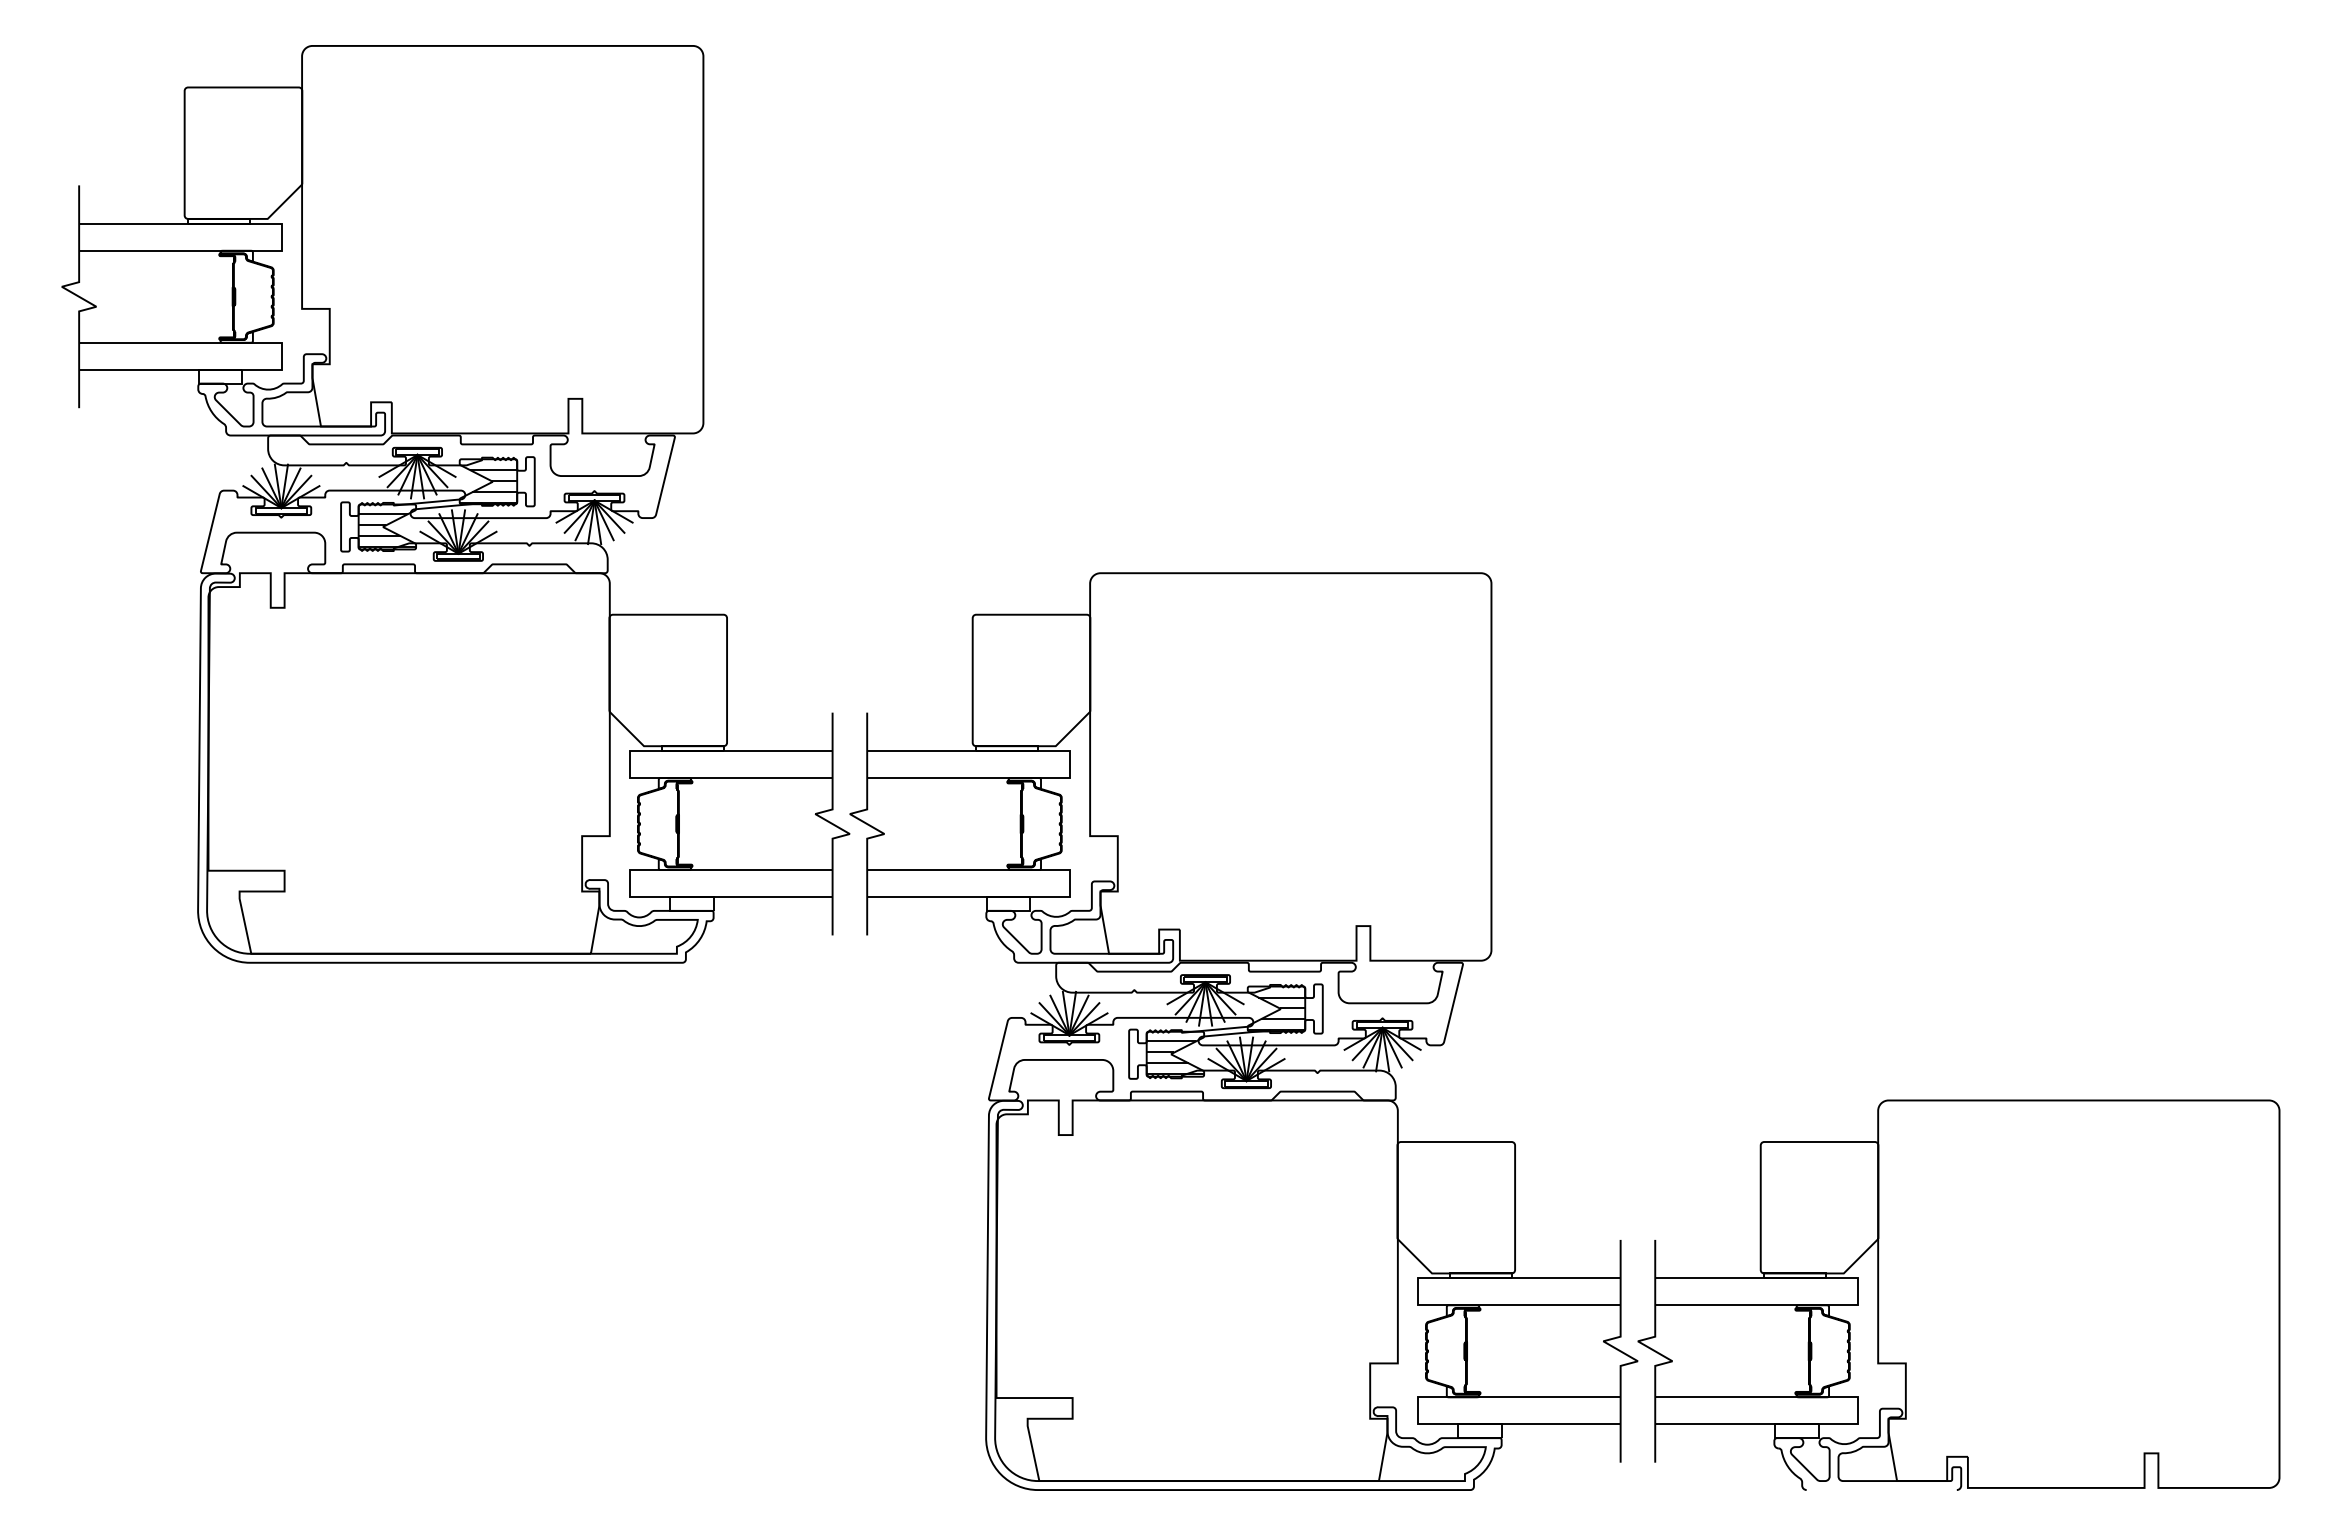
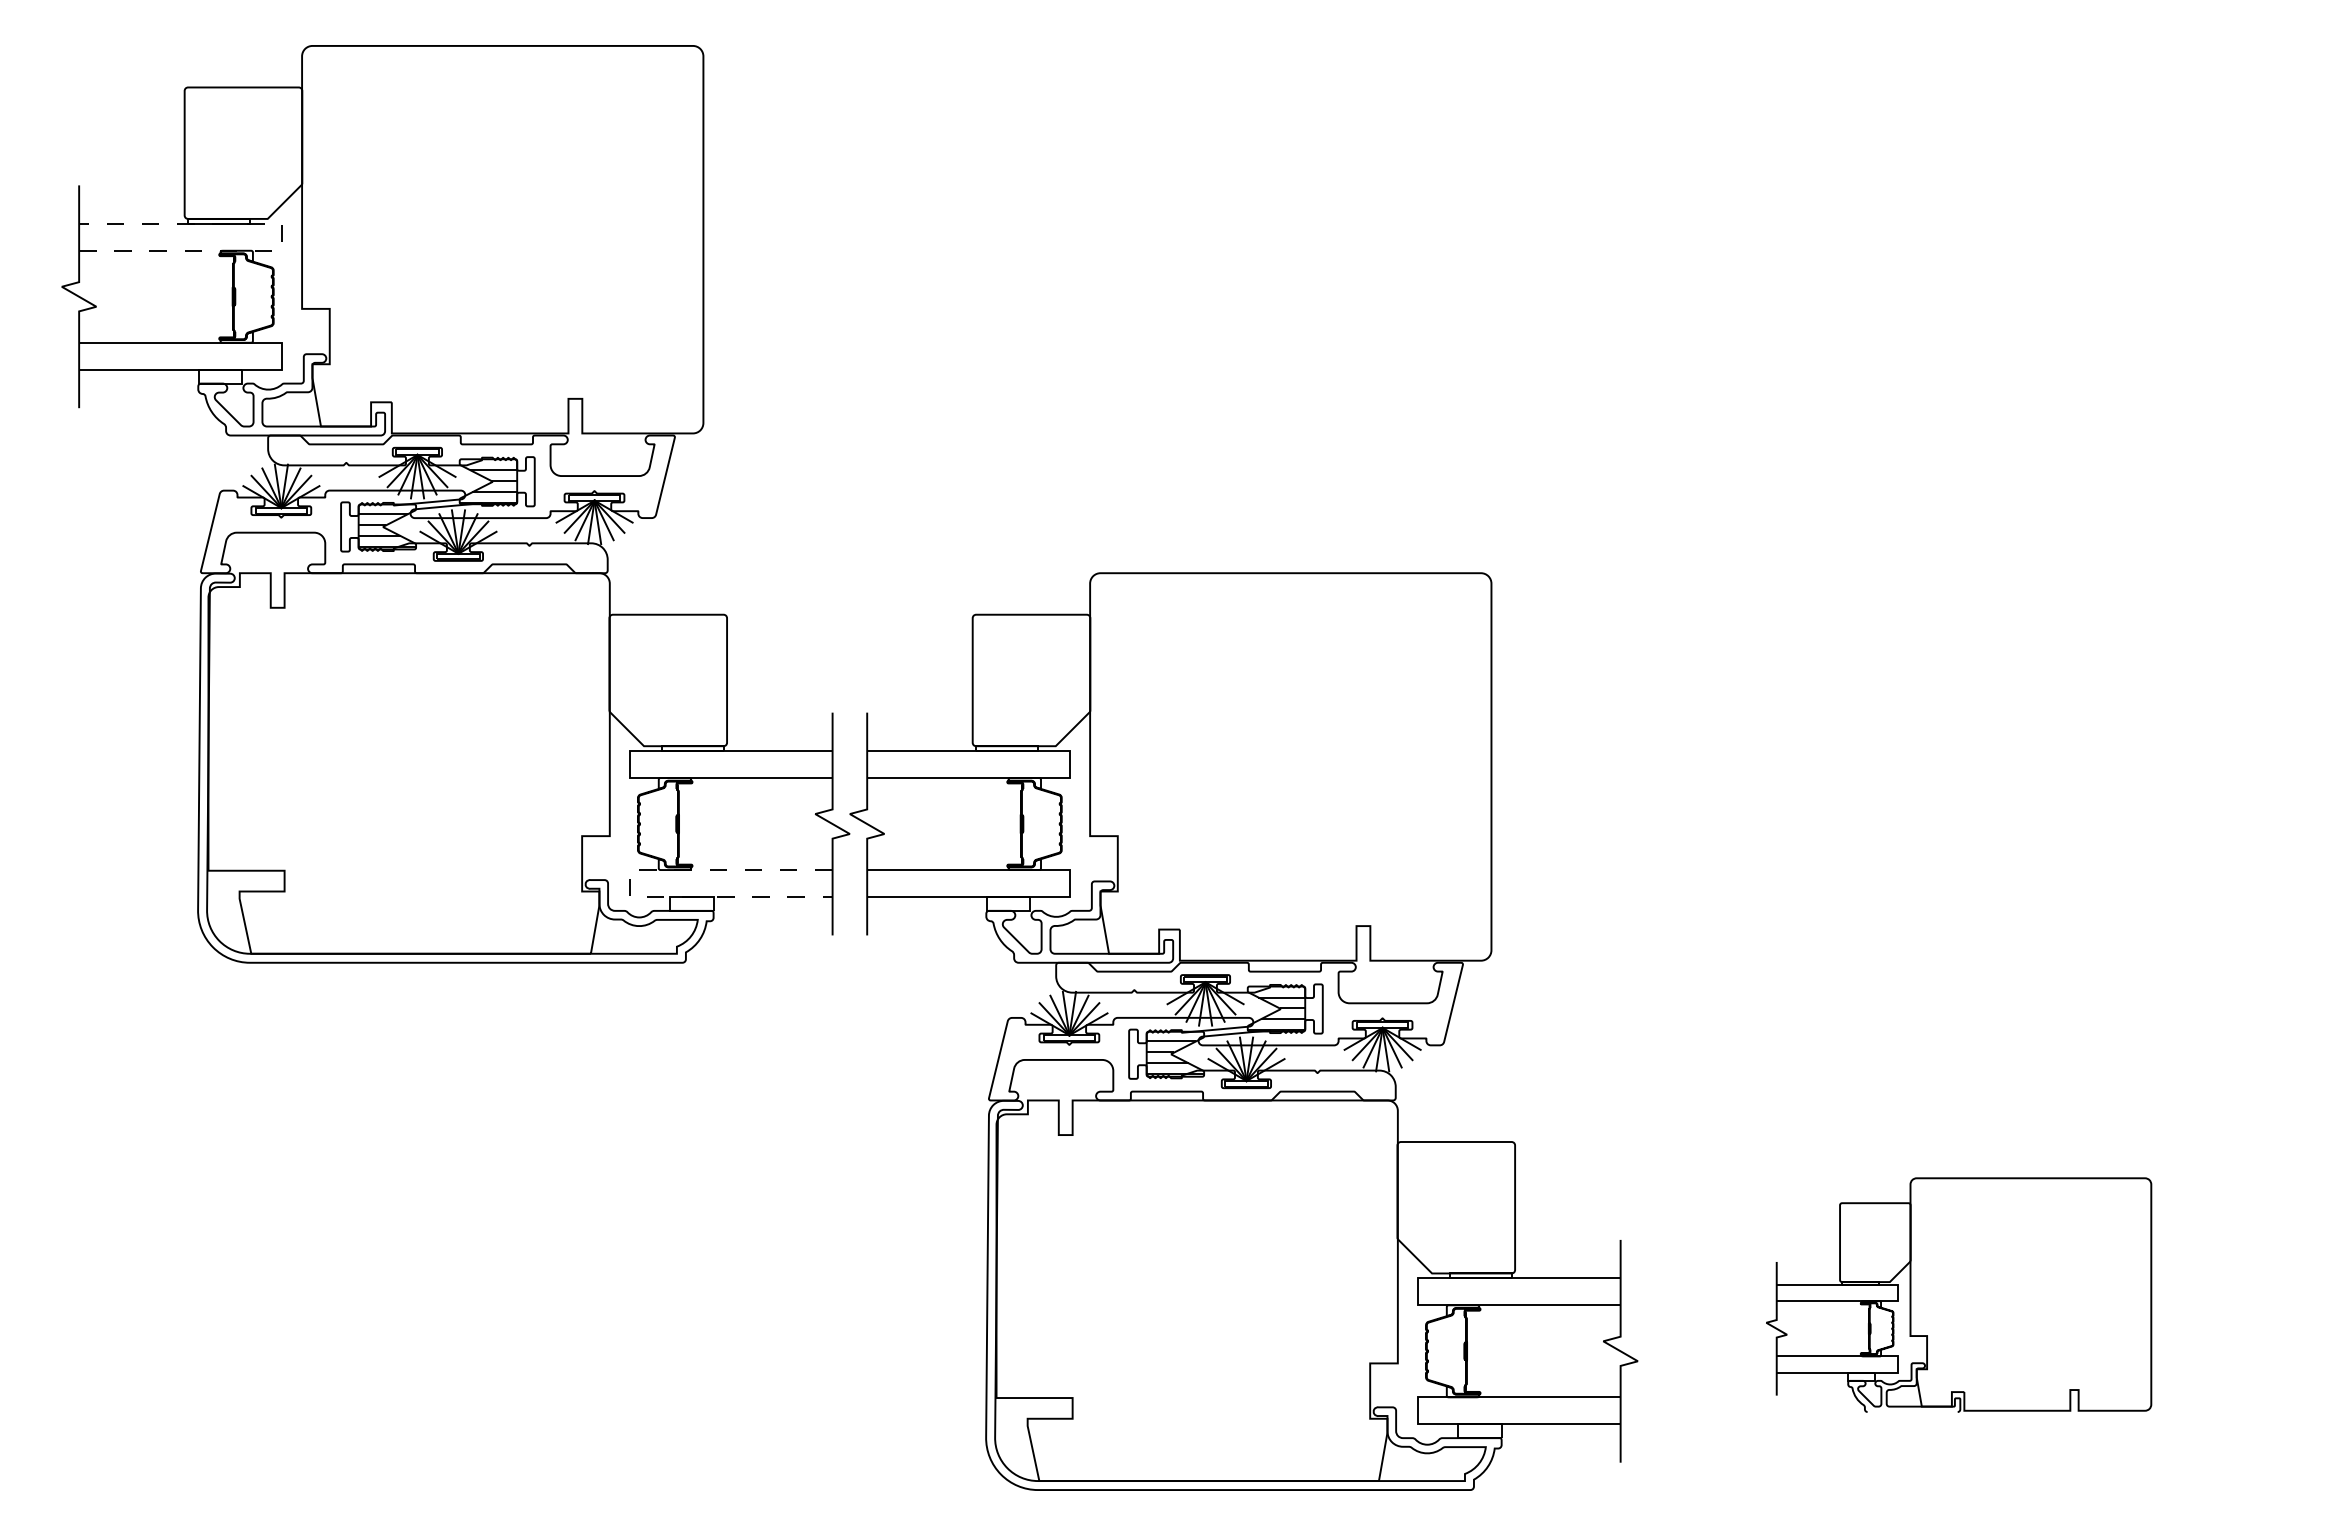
line at (281, 236): solid -> dashed
line at (630, 884): solid -> dashed
part at (1958, 1294) size: 644x392 px -> 387x236 px
